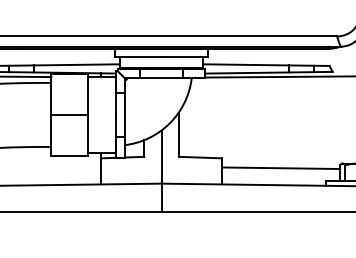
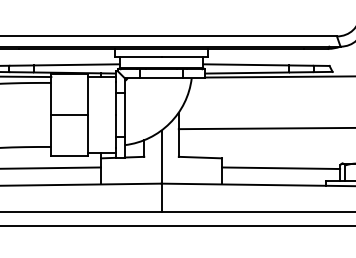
line at (265, 128): none -> present
line at (51, 167): none -> present
line at (177, 226): none -> present
